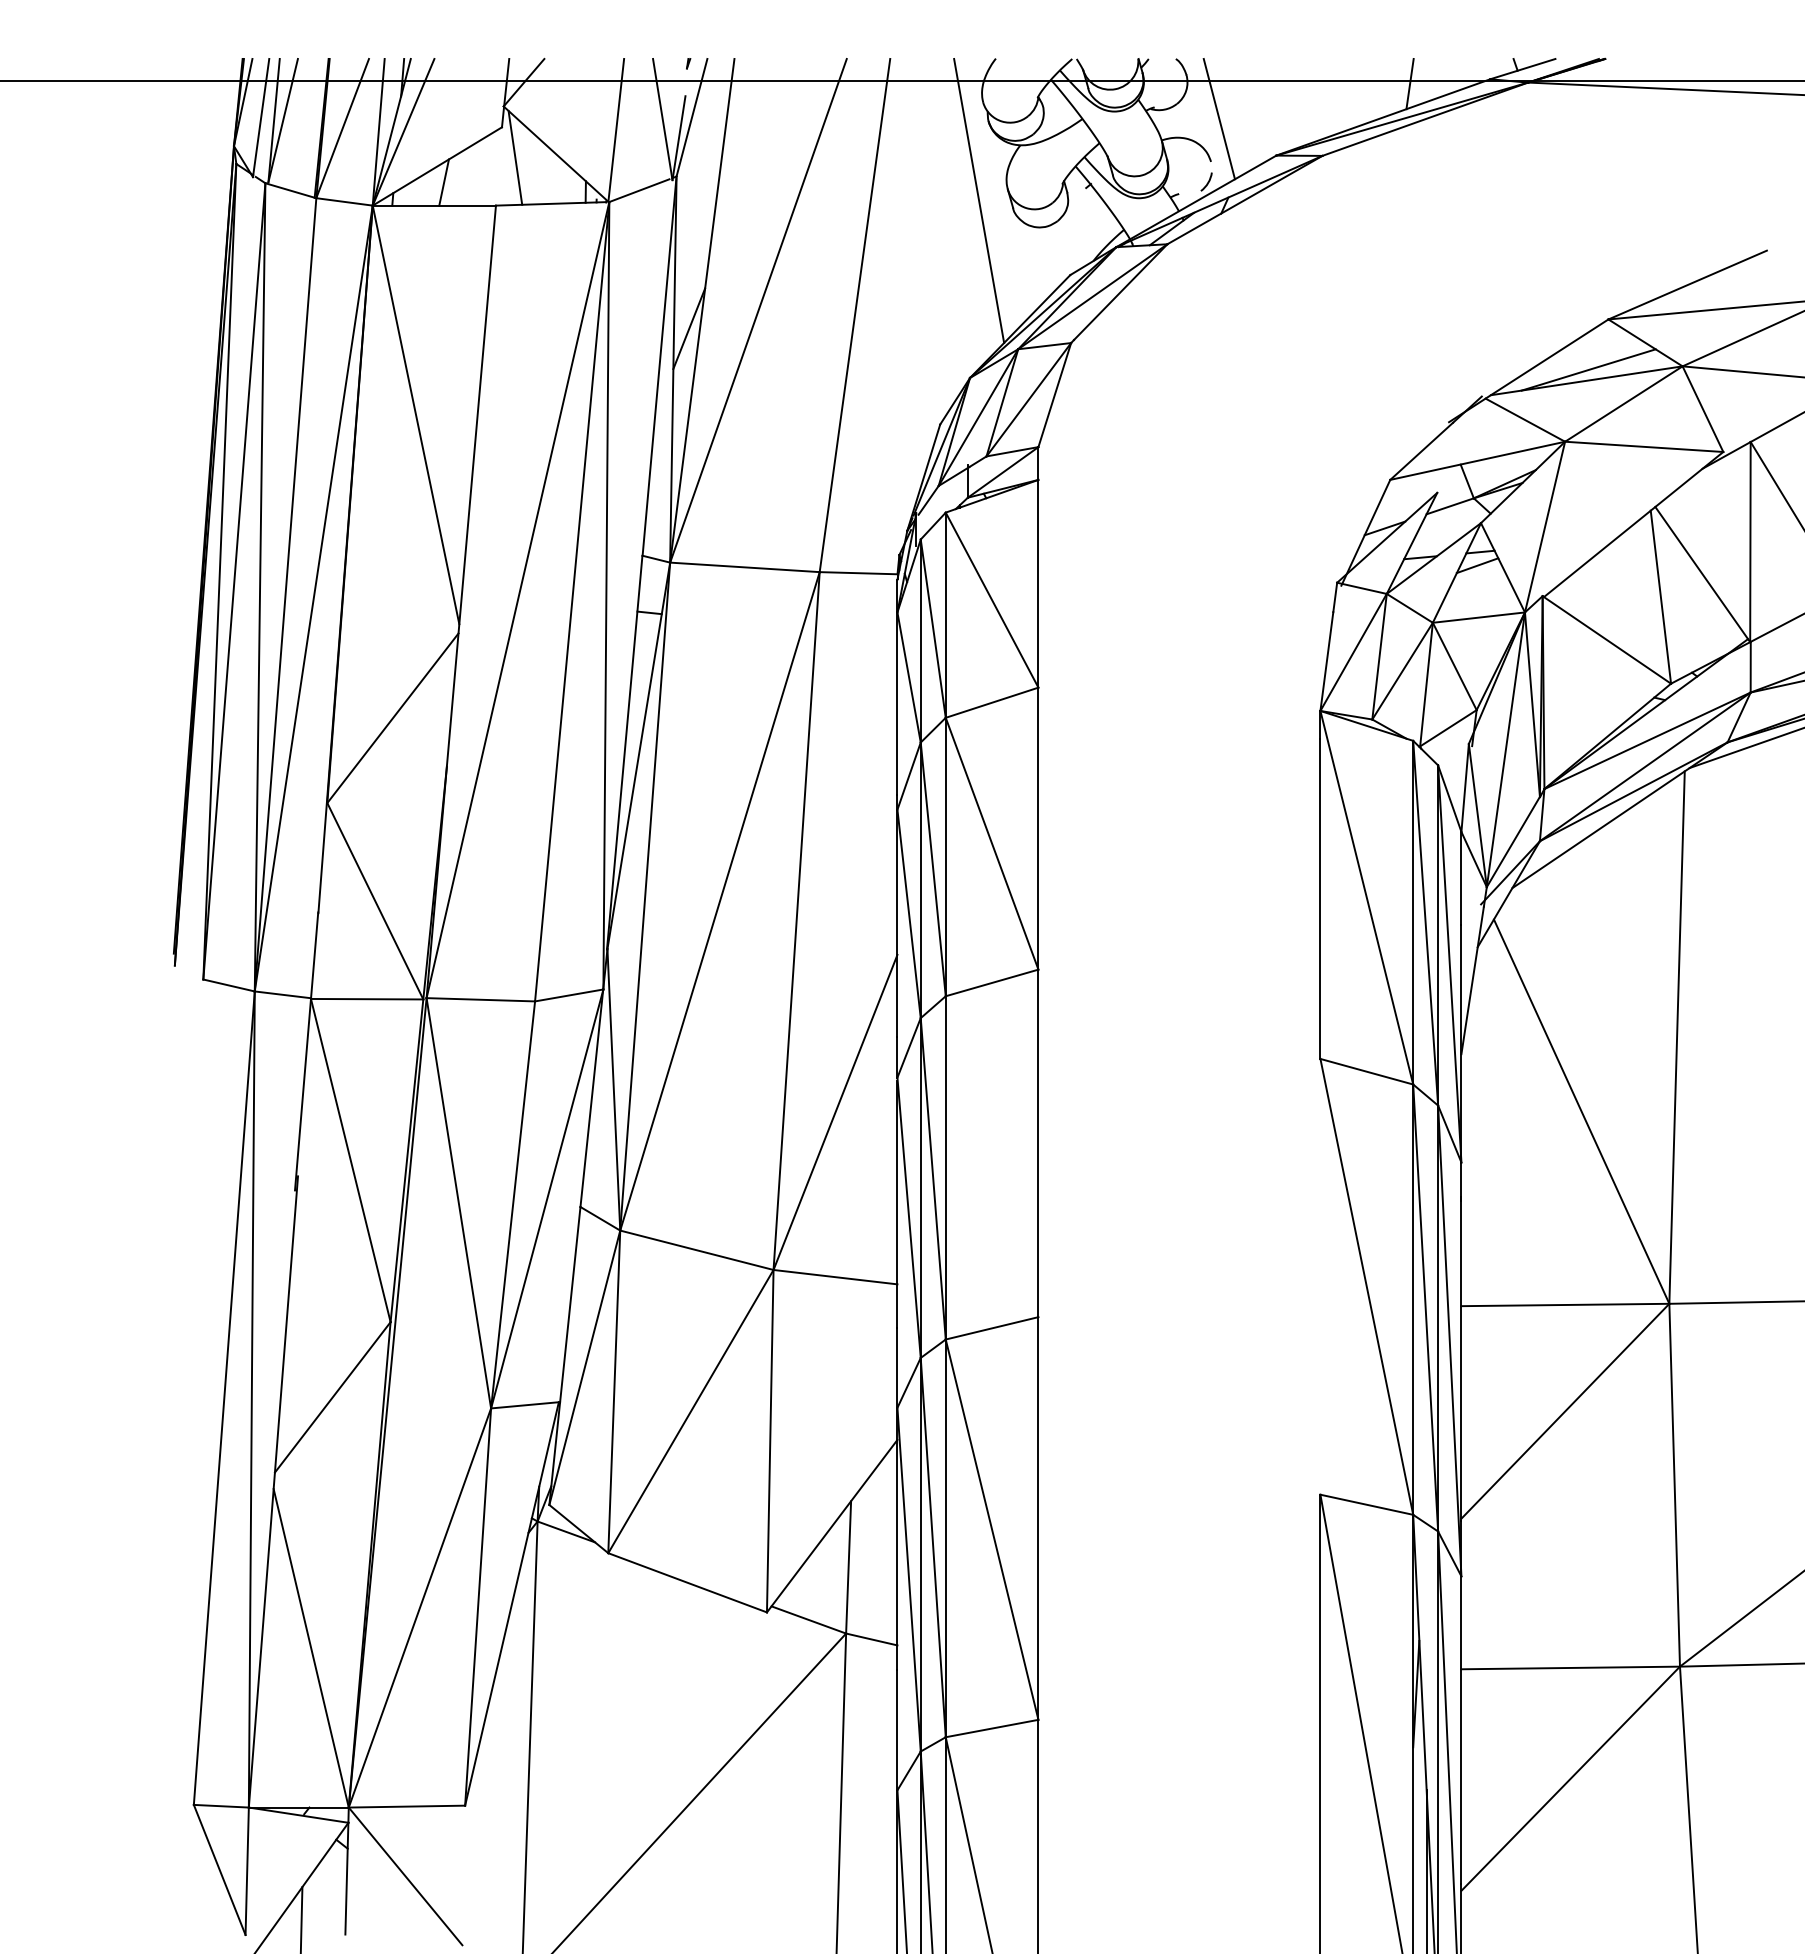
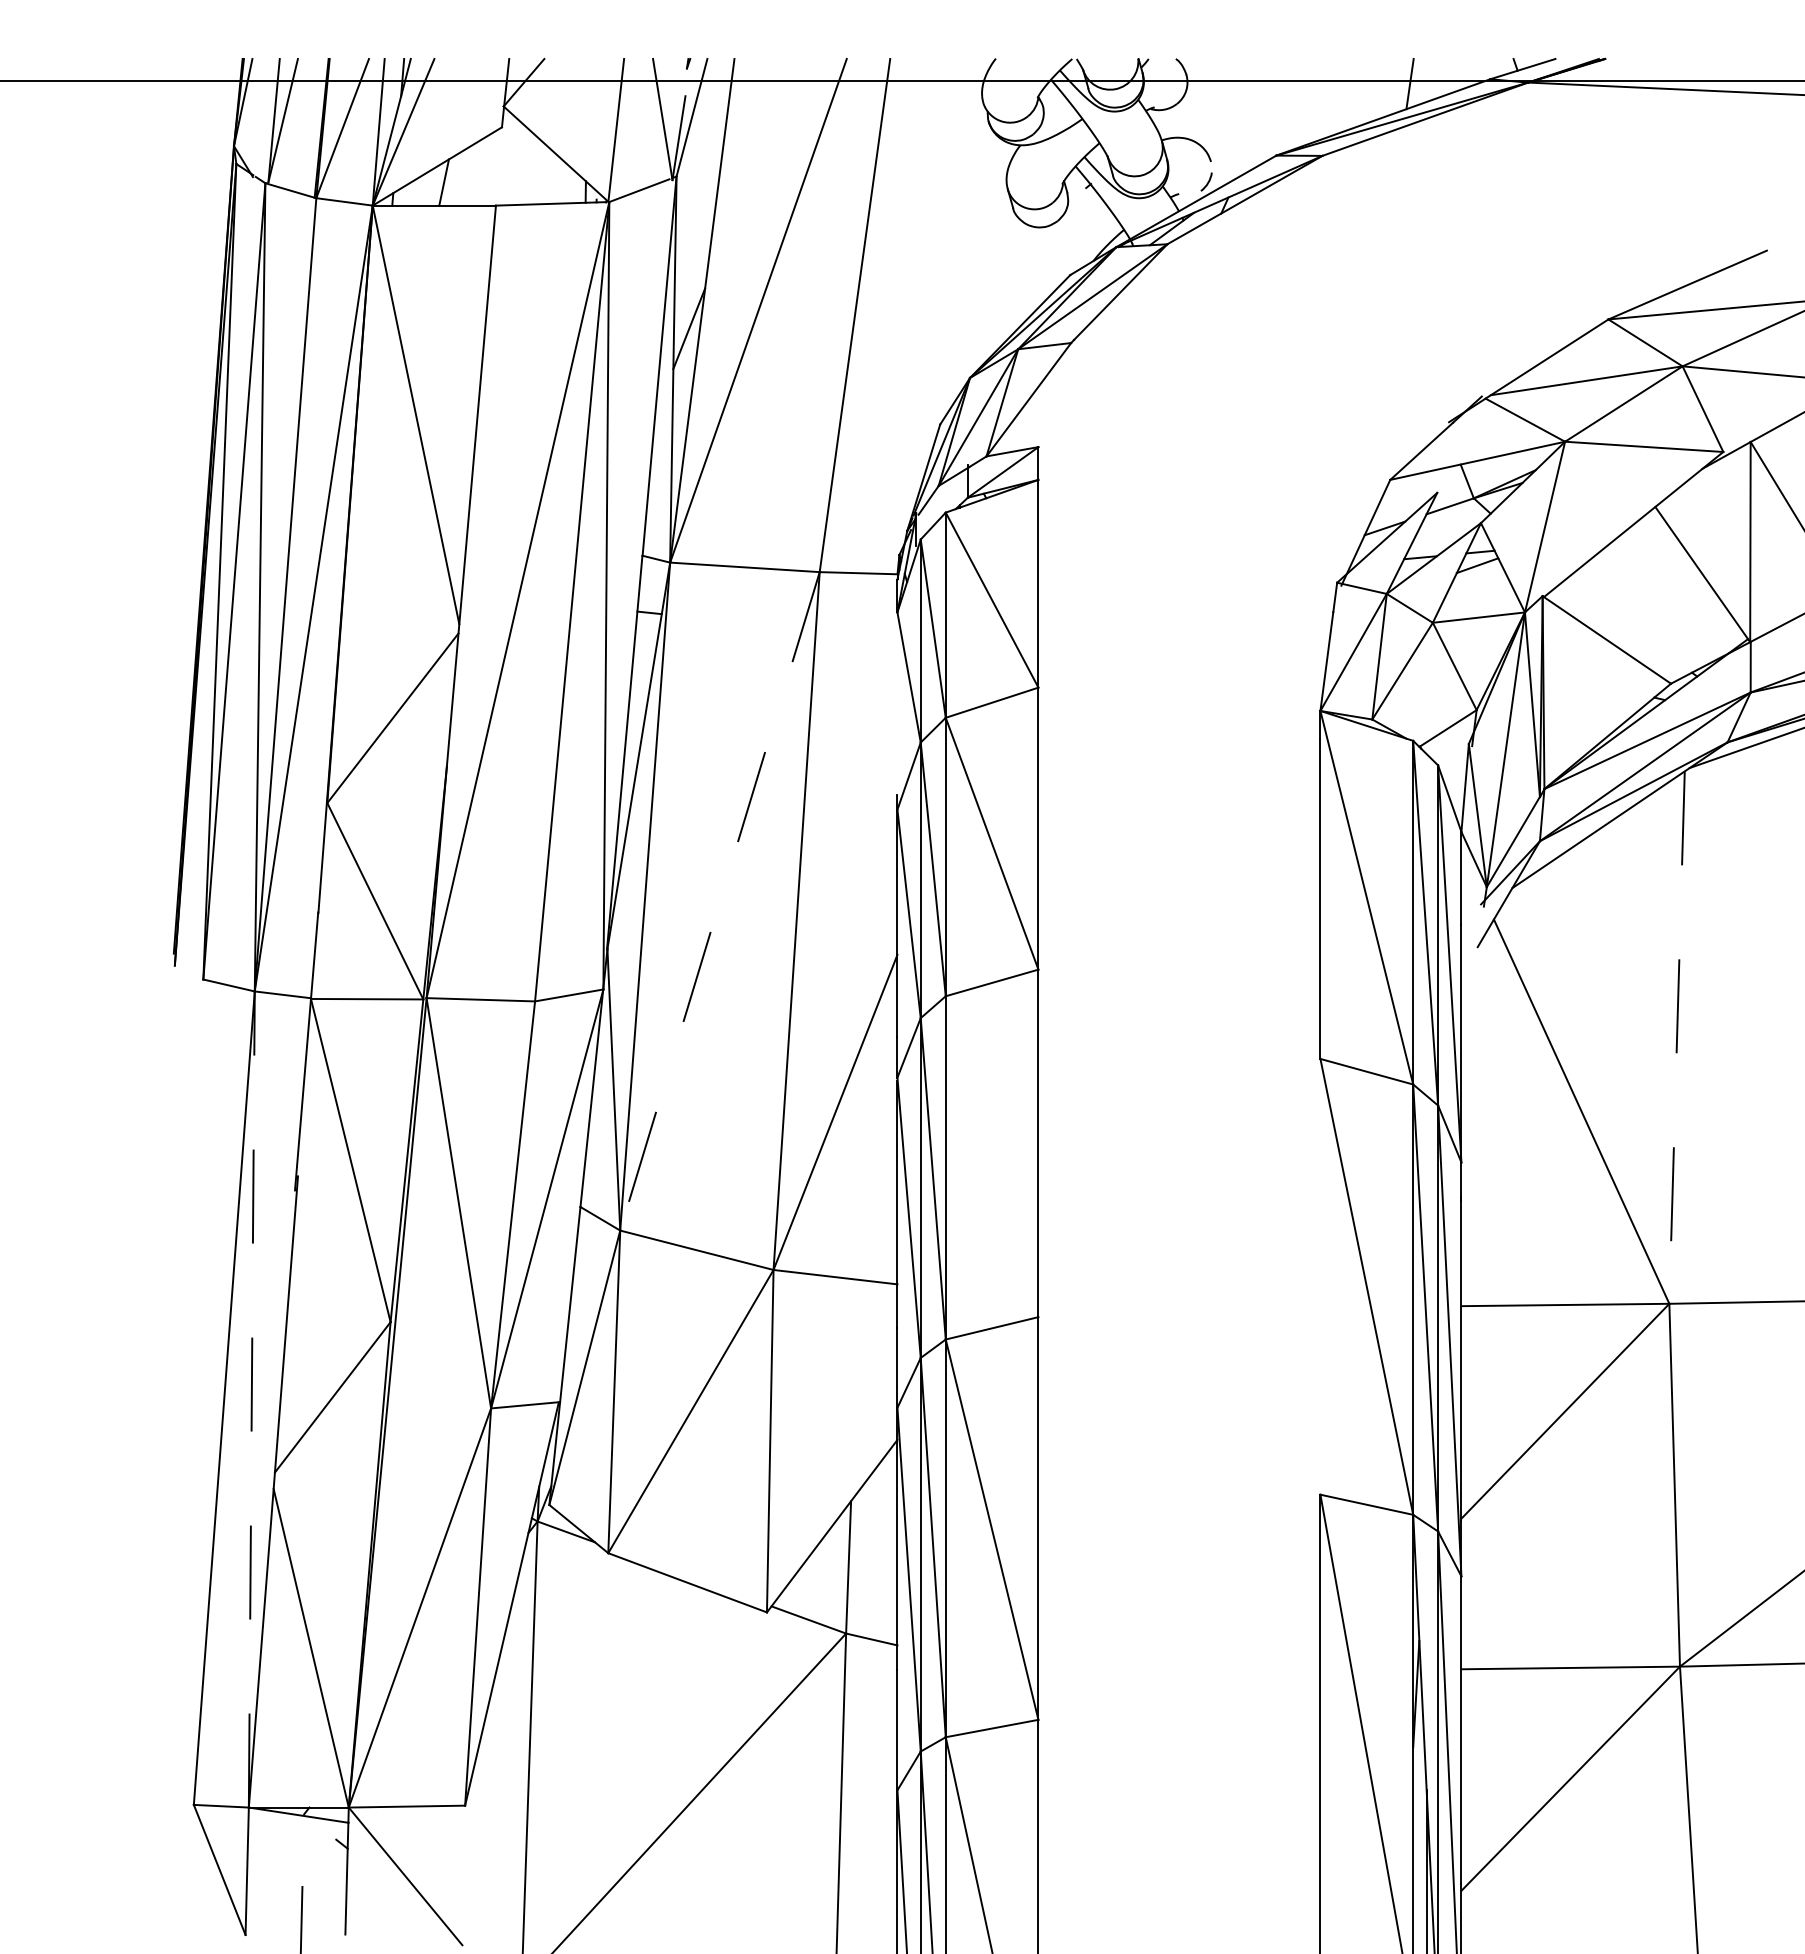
line at (260, 117): present -> none
line at (1218, 118): present -> none
line at (515, 157): present -> none
line at (979, 200): present -> none
line at (1588, 369): present -> none
line at (1054, 395): present -> none
line at (1660, 596): present -> none
line at (1426, 684): present -> none
line at (897, 703): present -> none
line at (719, 901): solid -> dashed
line at (1472, 980): present -> none
line at (1677, 1038): solid -> dashed
line at (251, 1399): solid -> dashed
line at (302, 1886): present -> none
